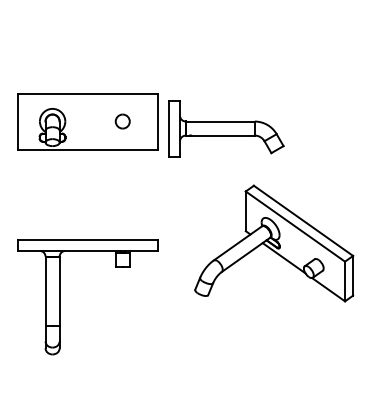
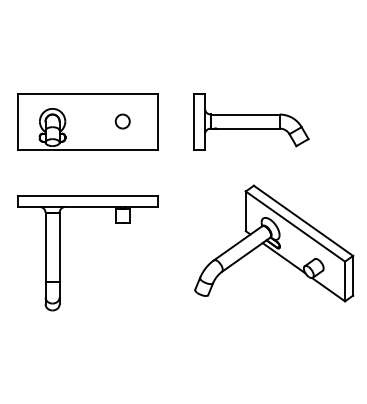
part at (226, 128) position: (226, 128) -> (251, 121)
part at (60, 297) position: (60, 297) -> (60, 253)
